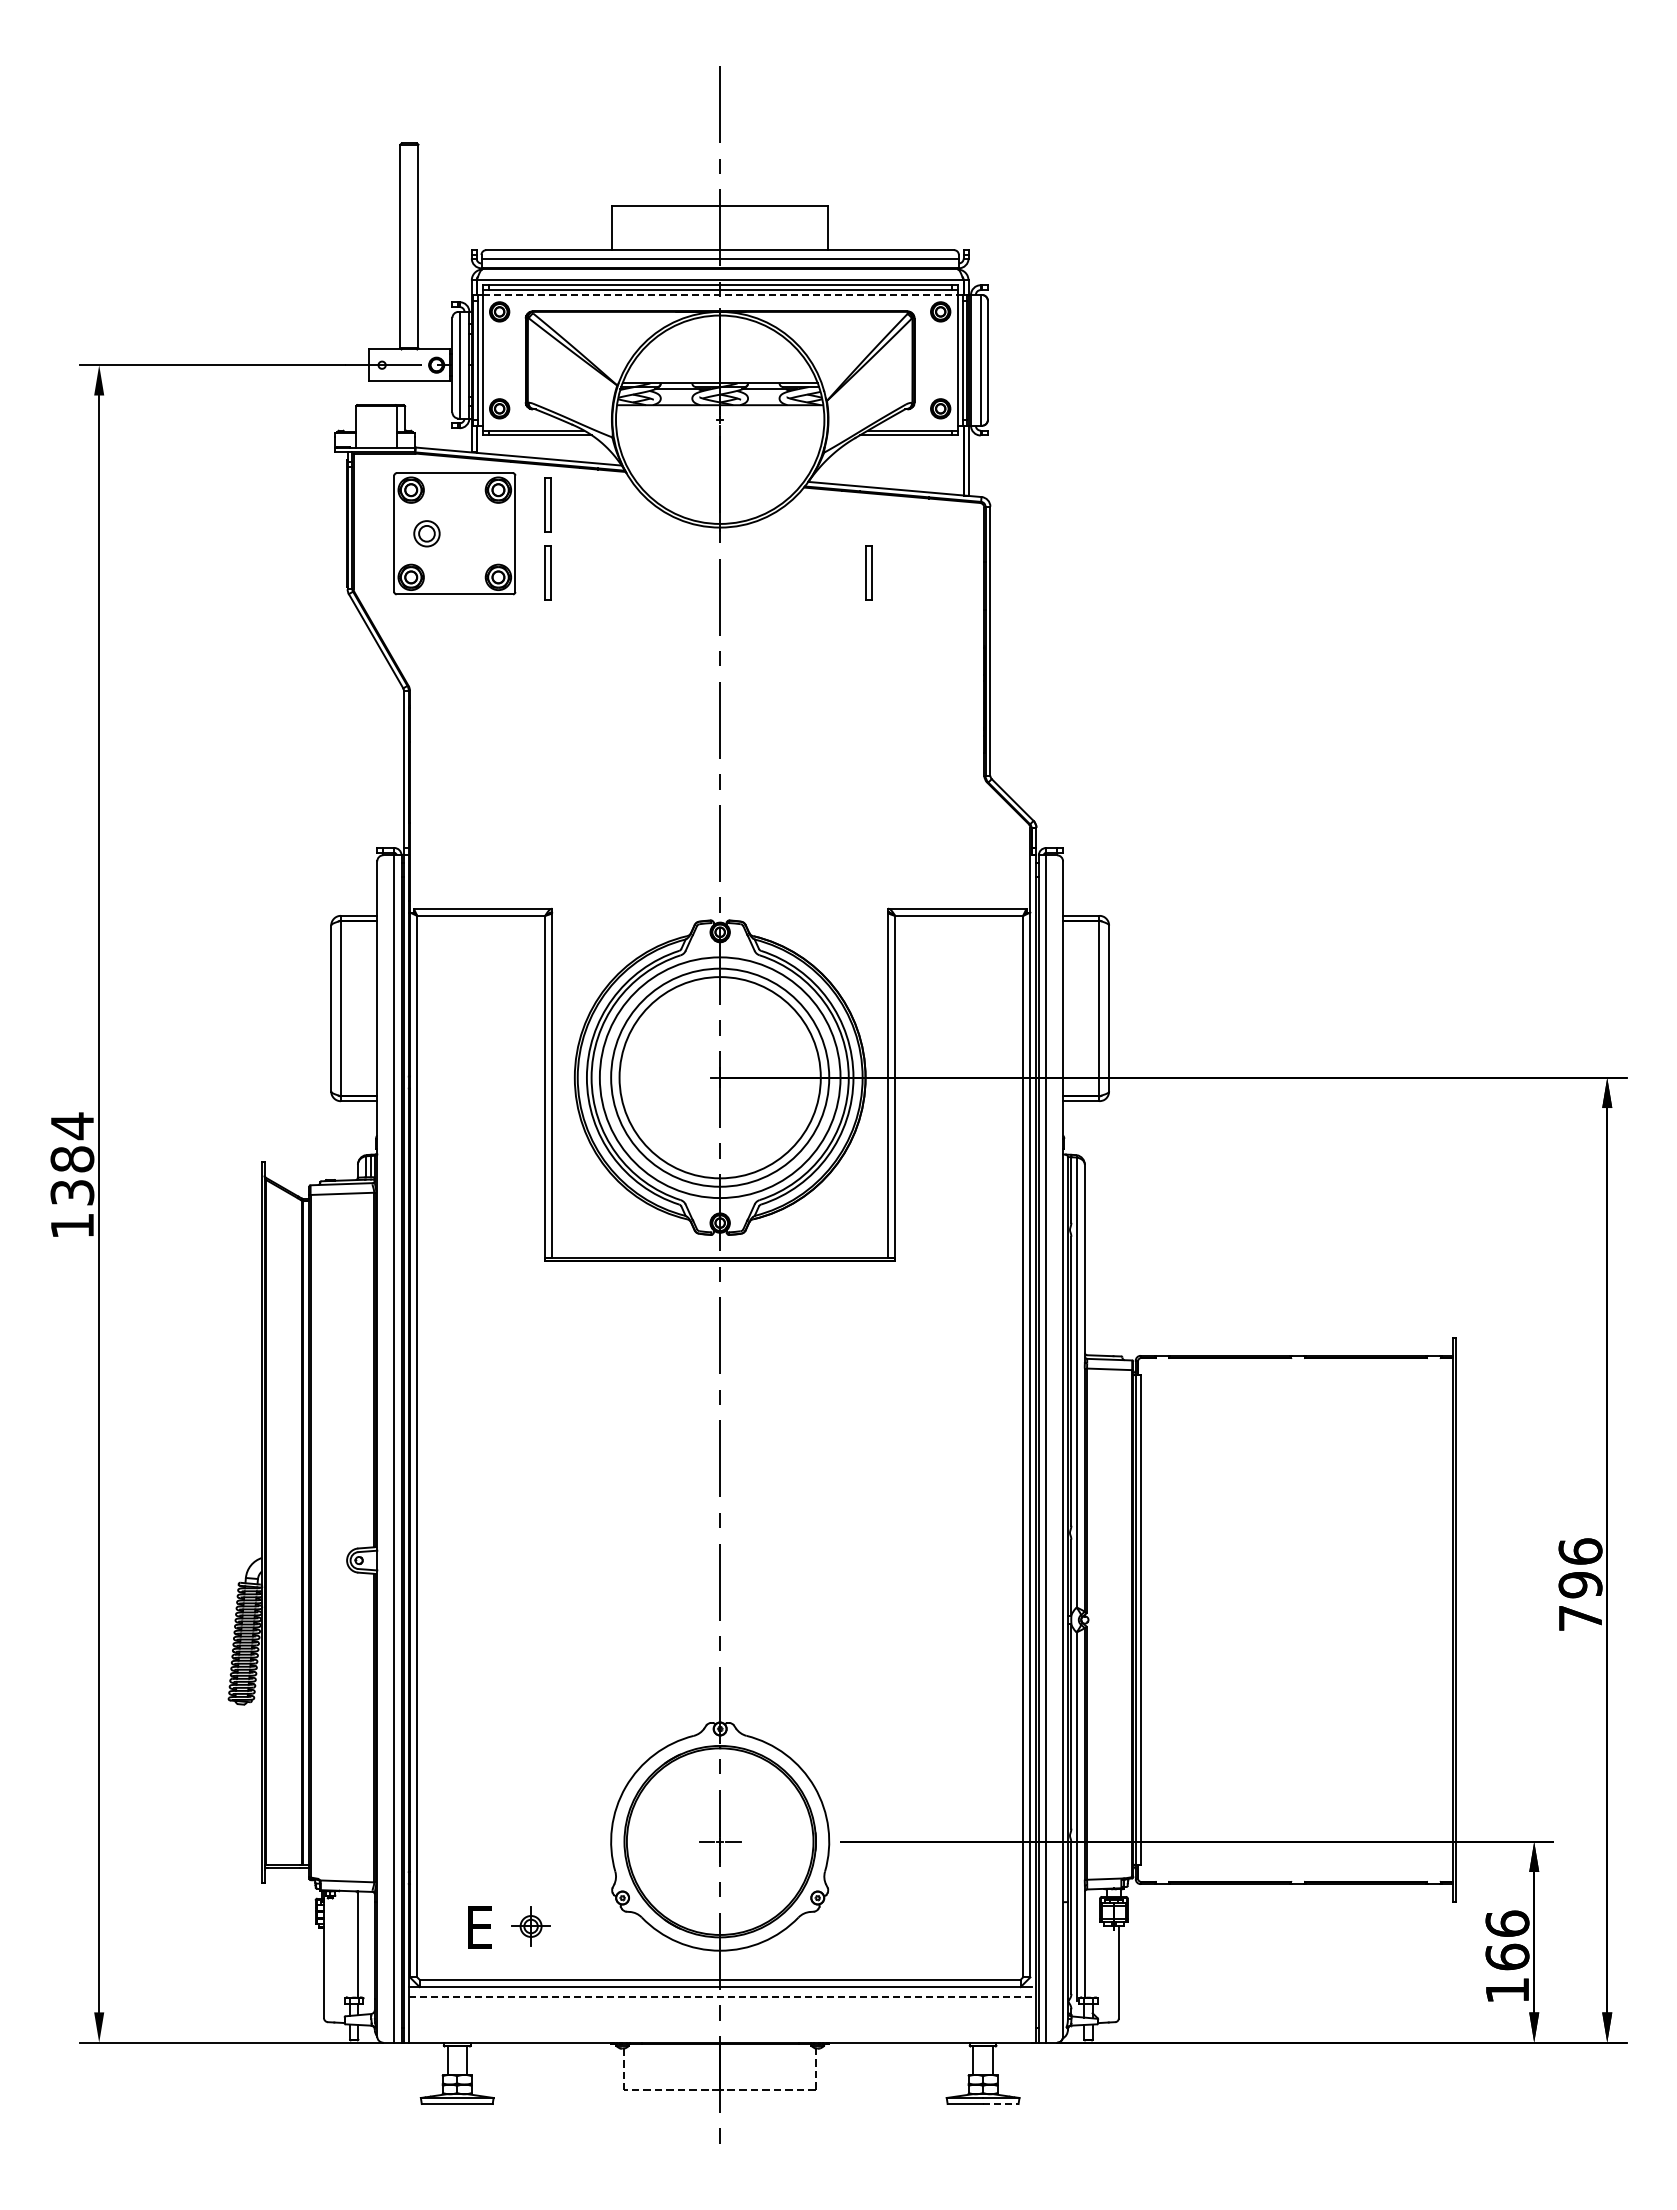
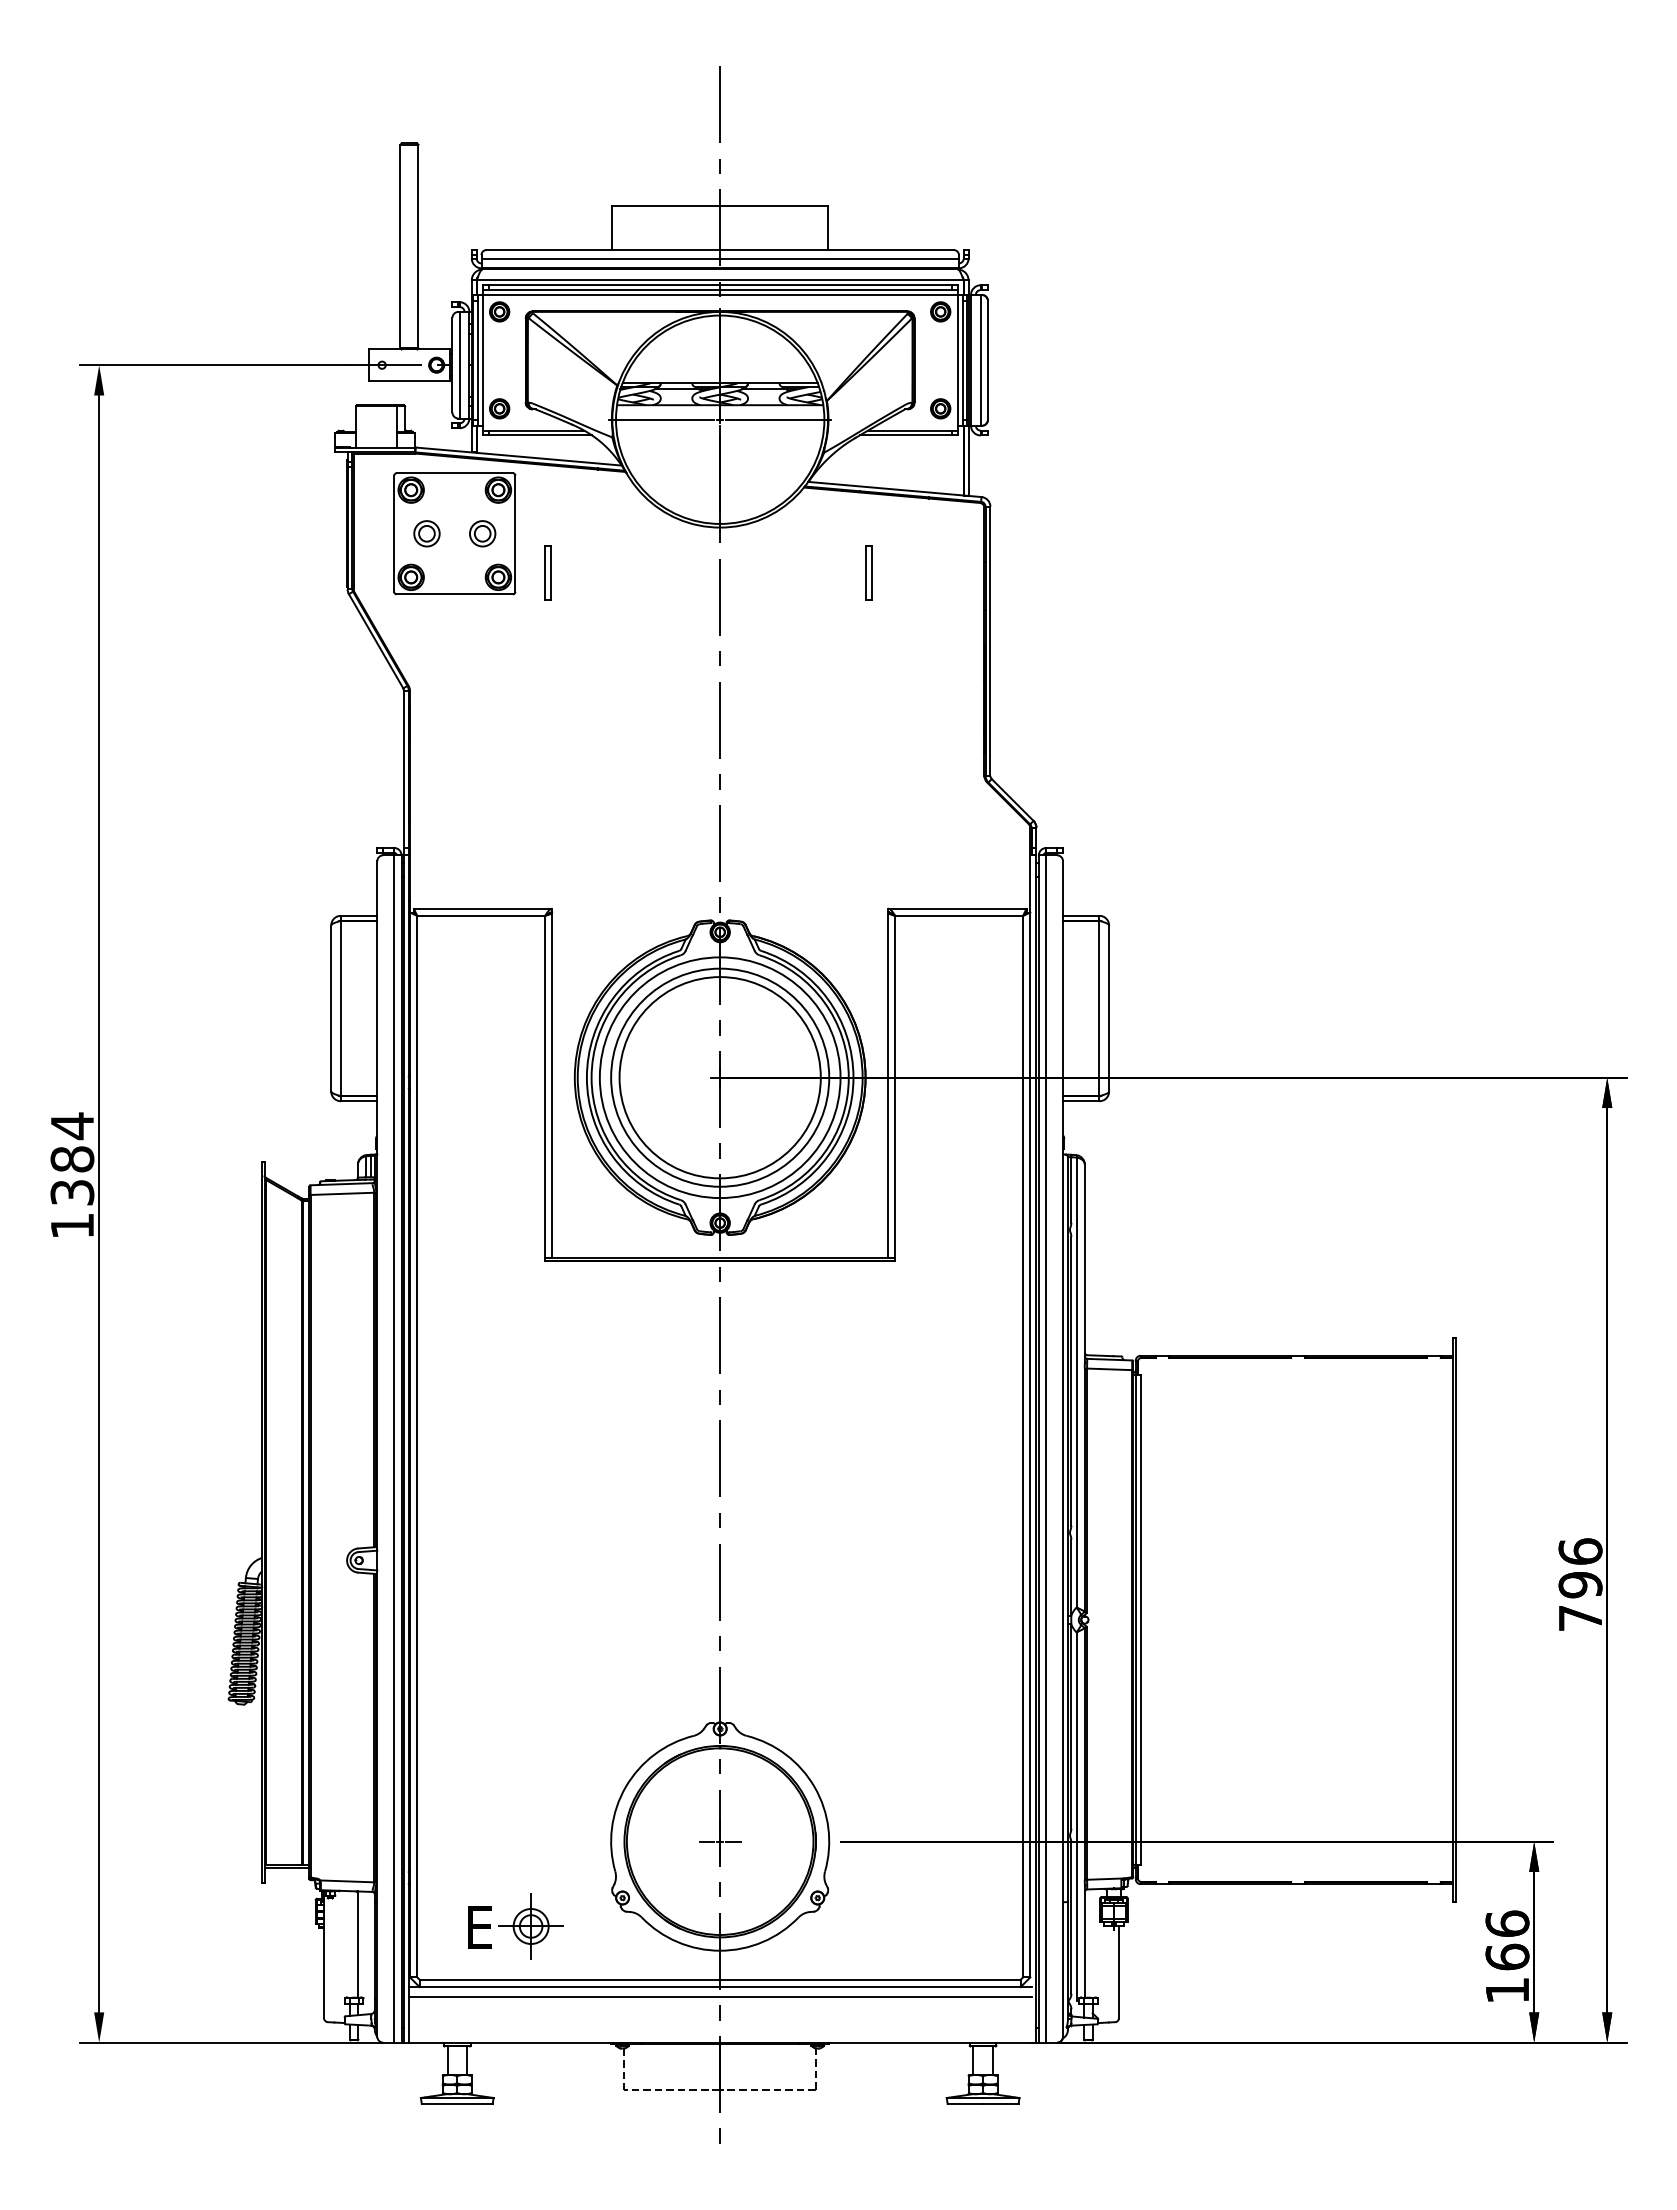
line at (720, 294): dashed -> solid
line at (661, 419): none -> present
line at (778, 419): none -> present
part at (547, 504): present -> none
part at (482, 533): none -> present
part at (530, 1926) size: 40x41 px -> 66x67 px
line at (719, 1996): dashed -> solid
line at (1000, 2104): dashed -> solid
